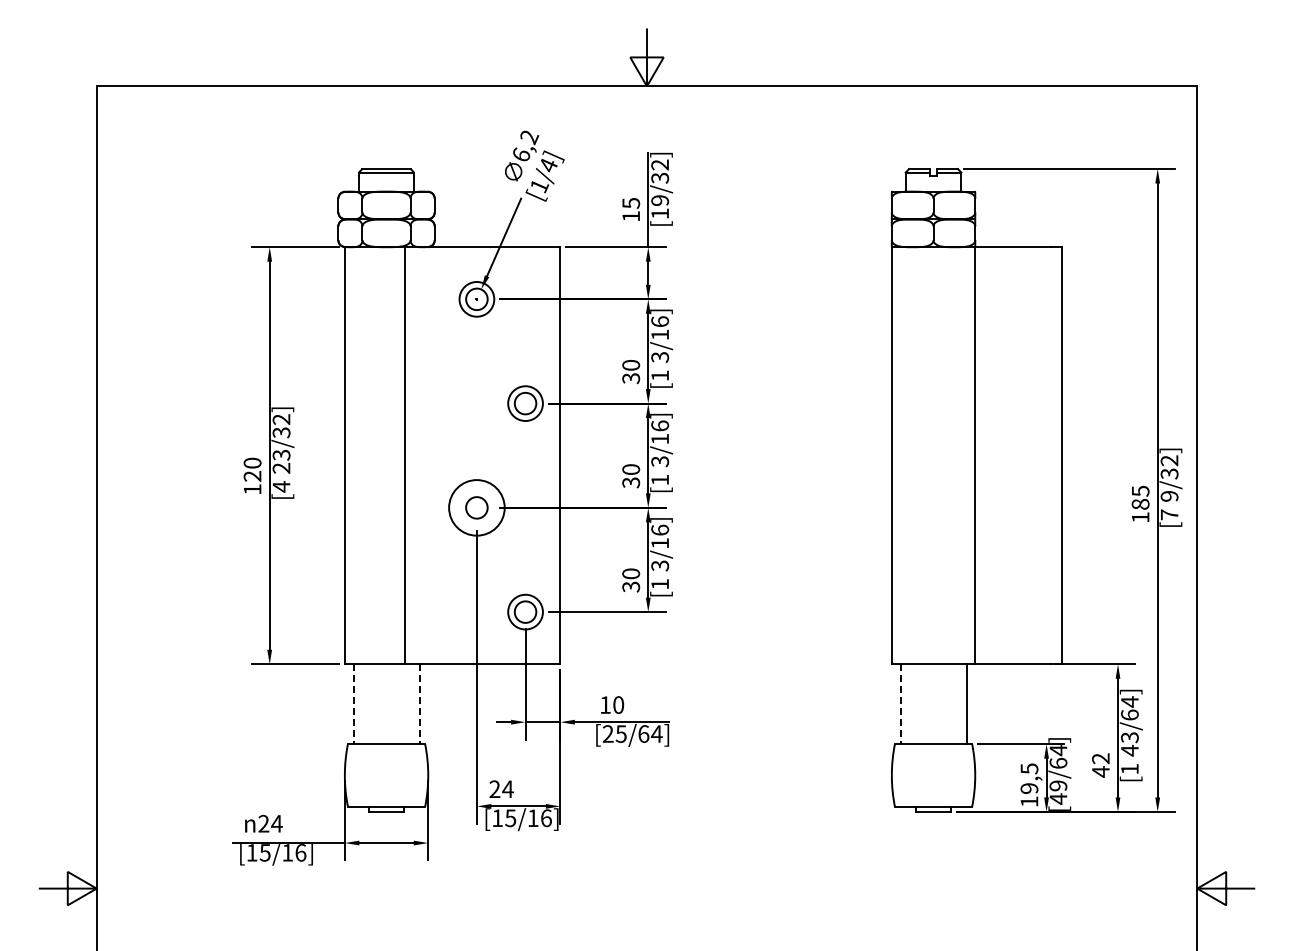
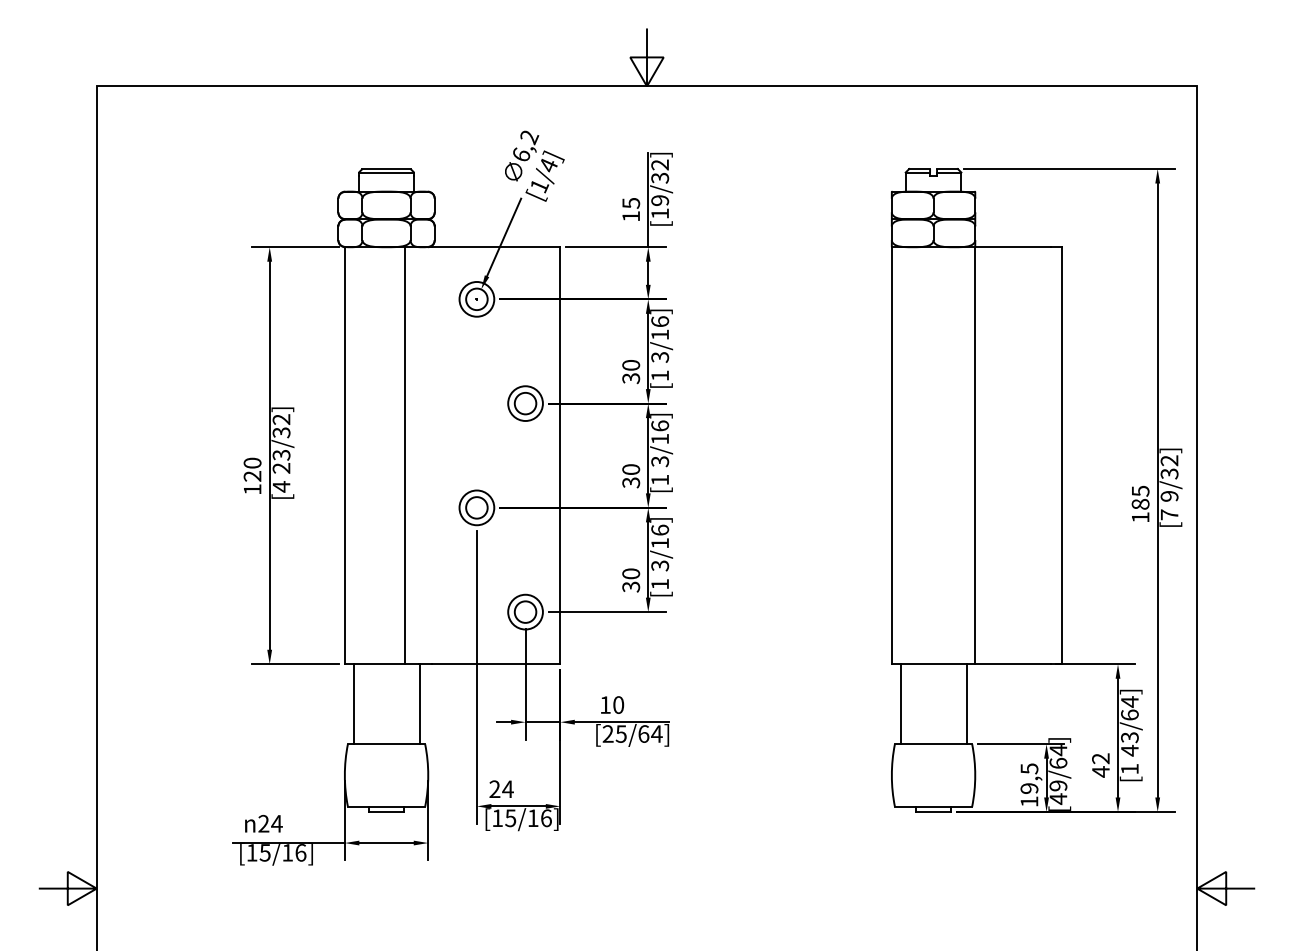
circle at (476, 507) diameter: 56 px -> 35 px
line at (353, 704): dashed -> solid
line at (419, 704): dashed -> solid
line at (900, 704): dashed -> solid
